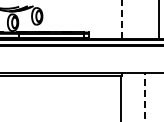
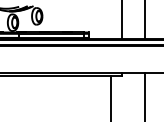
line at (122, 18): dashed -> solid
line at (159, 20) position: (159, 20) -> (145, 20)
line at (120, 96) position: (120, 96) -> (110, 96)
line at (145, 97): dashed -> solid
